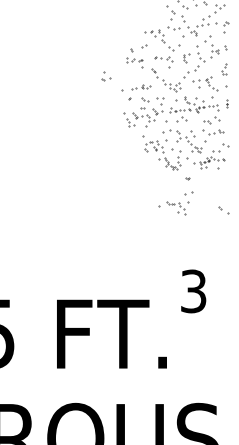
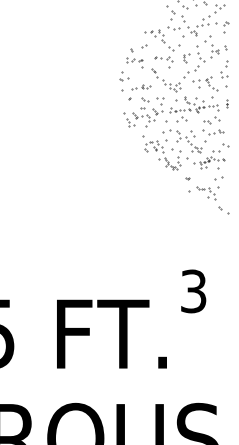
part at (224, 69) size: 7x13 px -> 9x19 px
part at (106, 76) position: (106, 76) -> (124, 76)
part at (175, 203) position: (175, 203) -> (205, 188)
